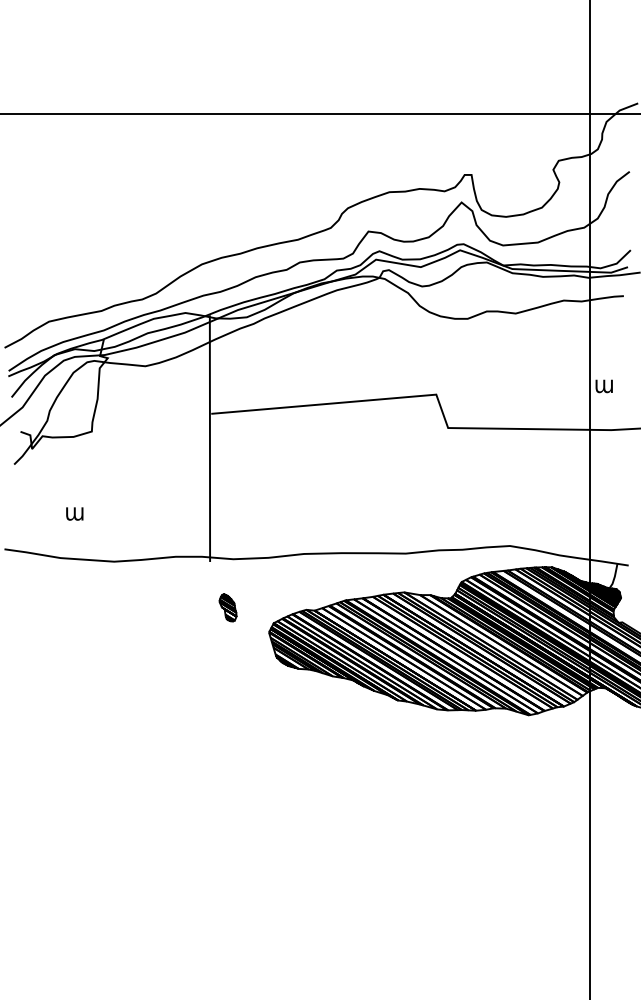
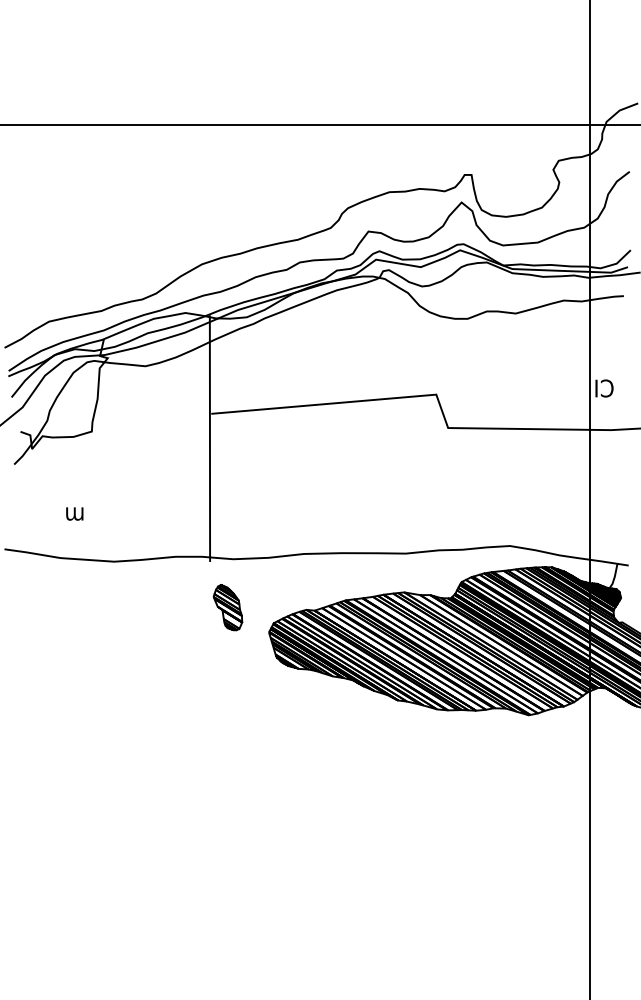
line at (319, 113) position: (319, 113) -> (319, 124)
text at (604, 388): m -> CI
part at (227, 607) size: 20x30 px -> 32x48 px
